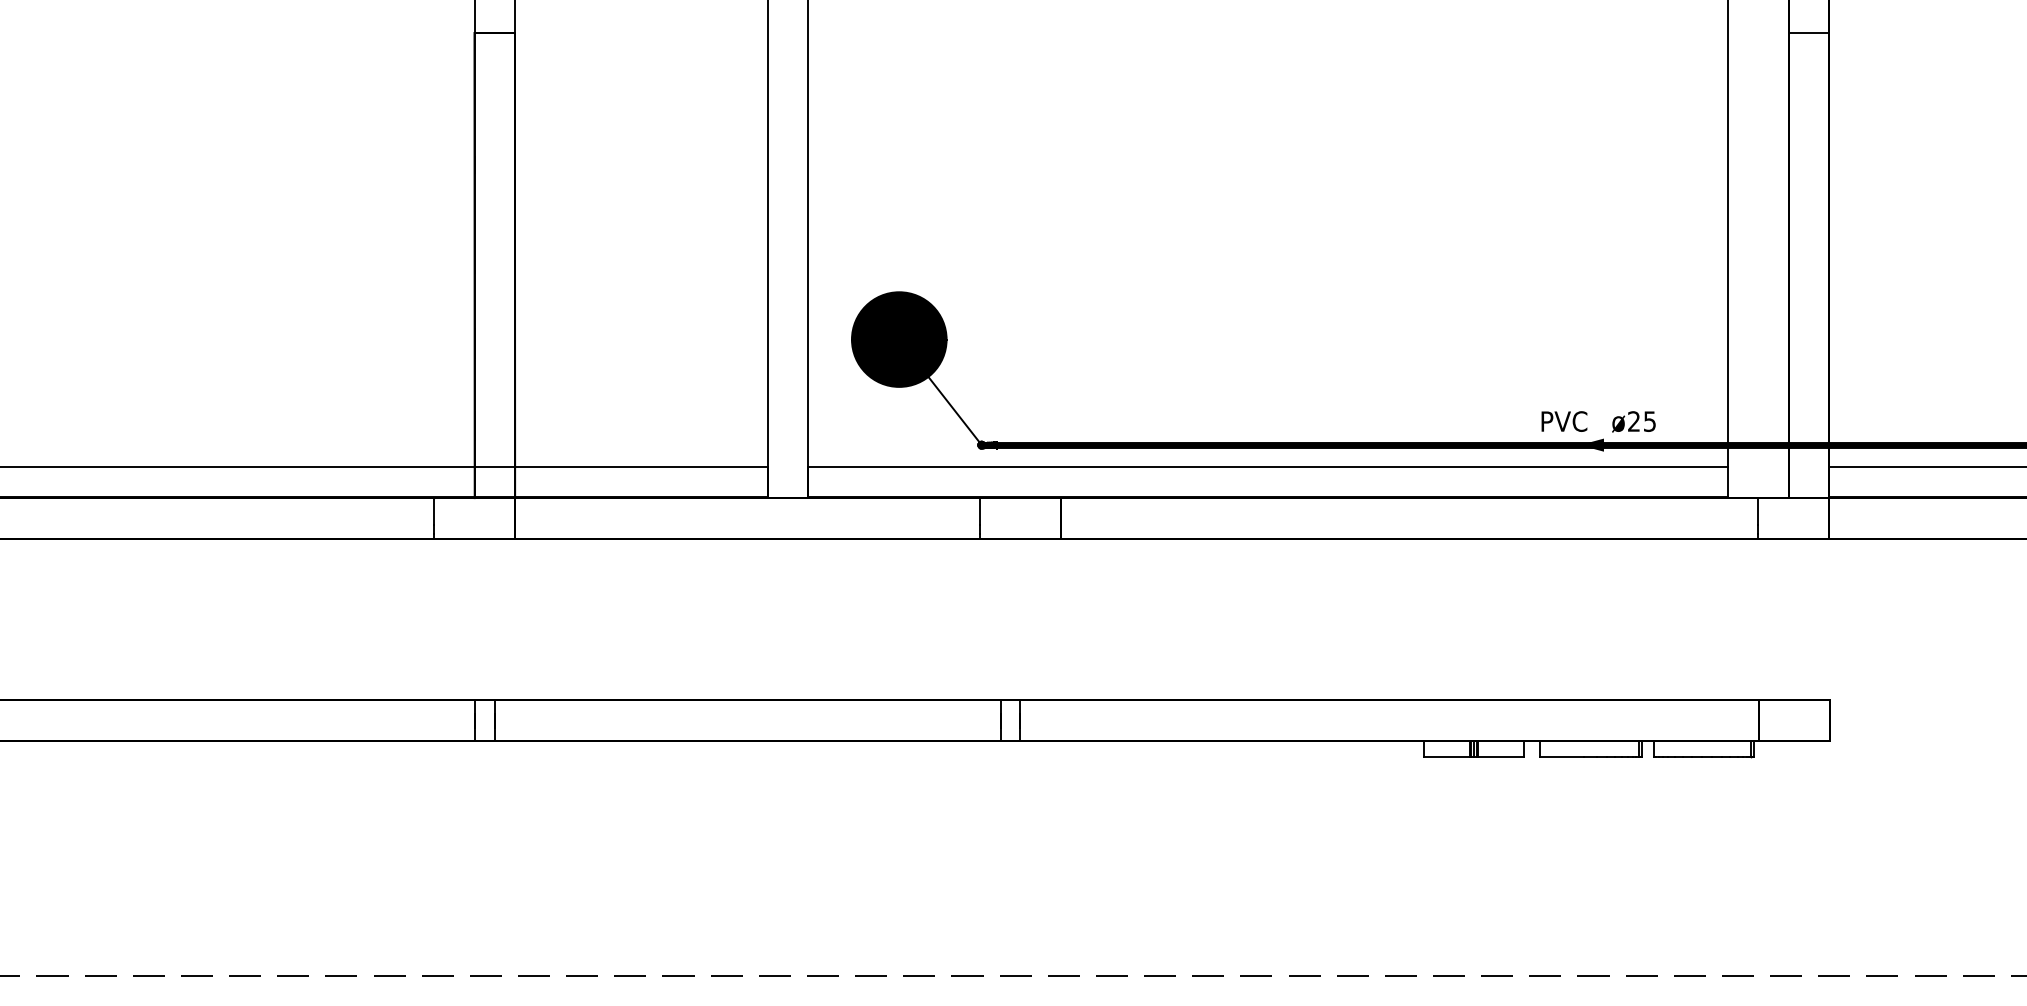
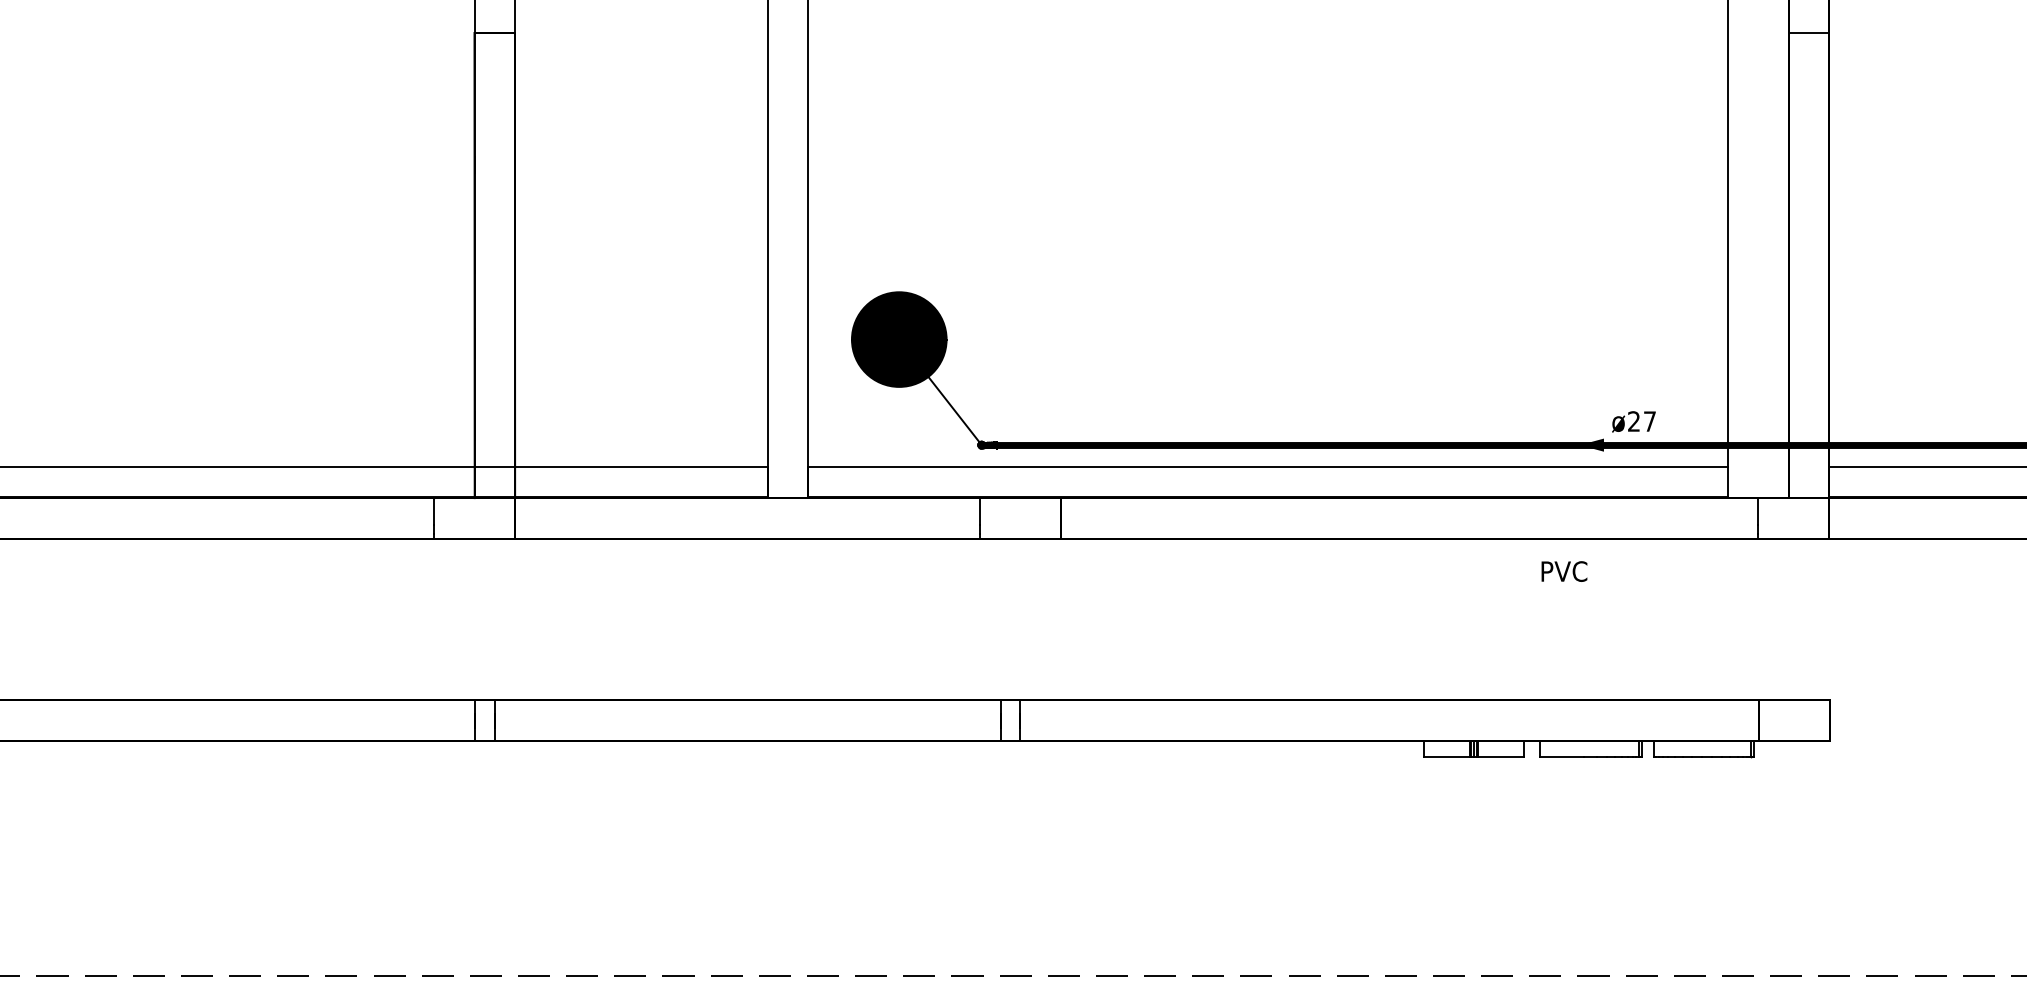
text at (1564, 421) position: (1564, 421) -> (1564, 571)
text at (1649, 421): ø25 -> ø27
